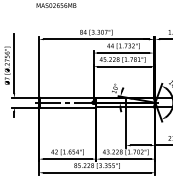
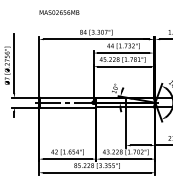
text at (56, 5) position: (56, 5) -> (59, 12)
